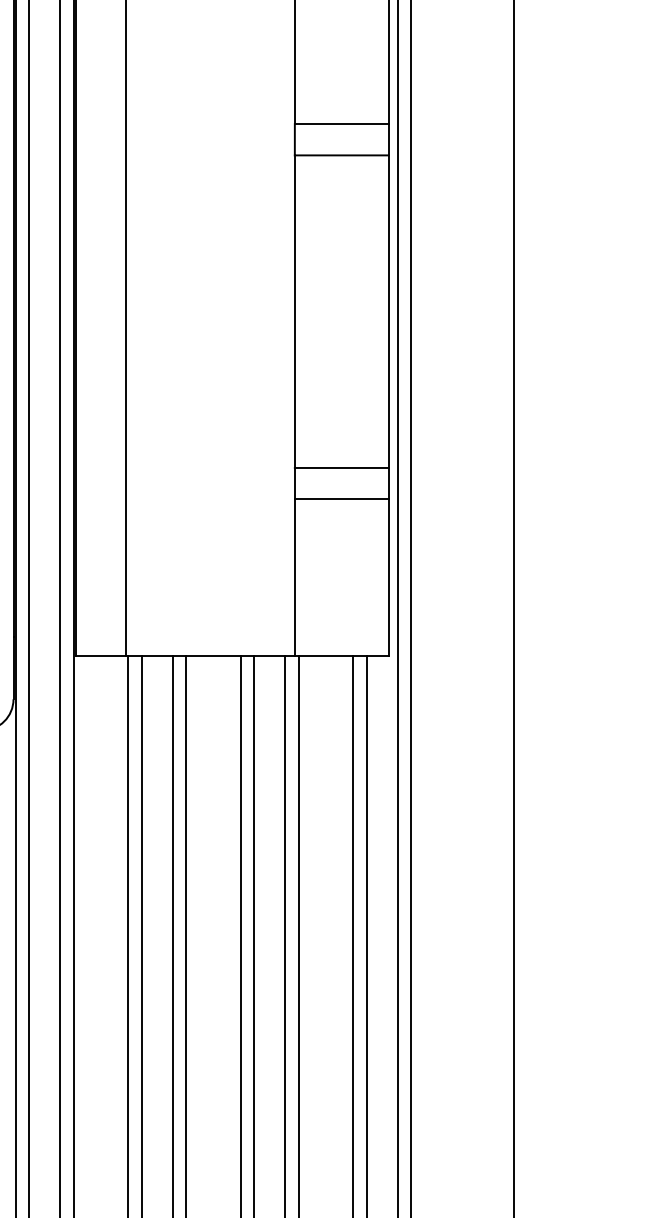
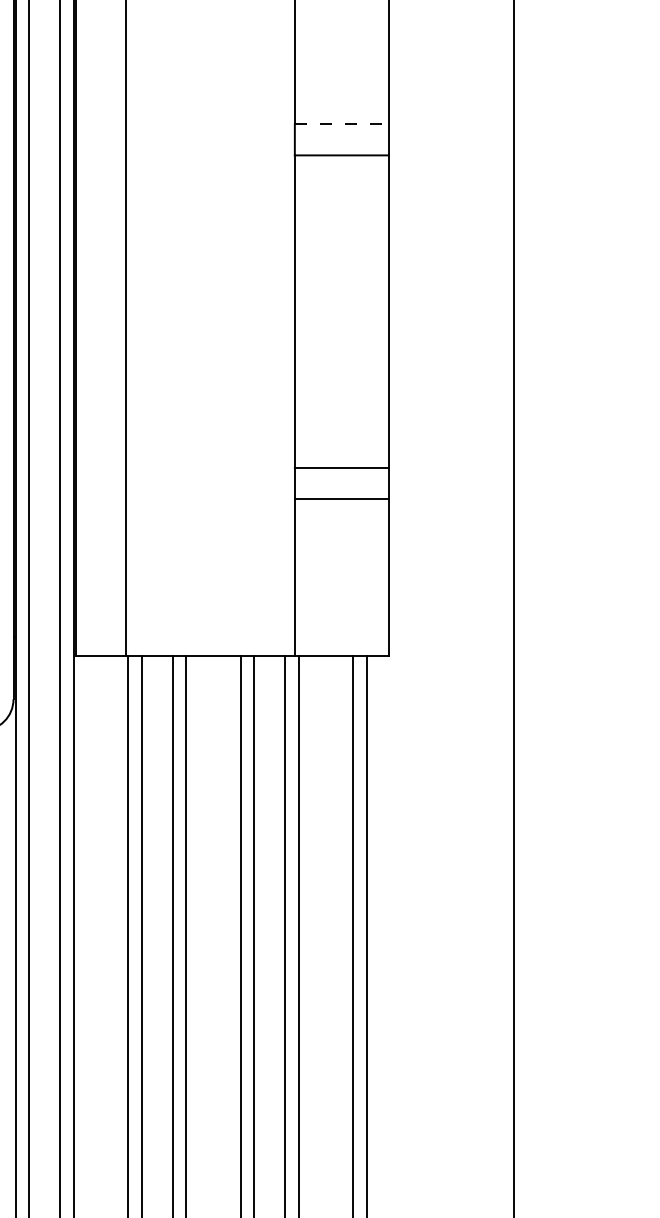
line at (341, 124): solid -> dashed
line at (398, 608): present -> none
line at (411, 608): present -> none
